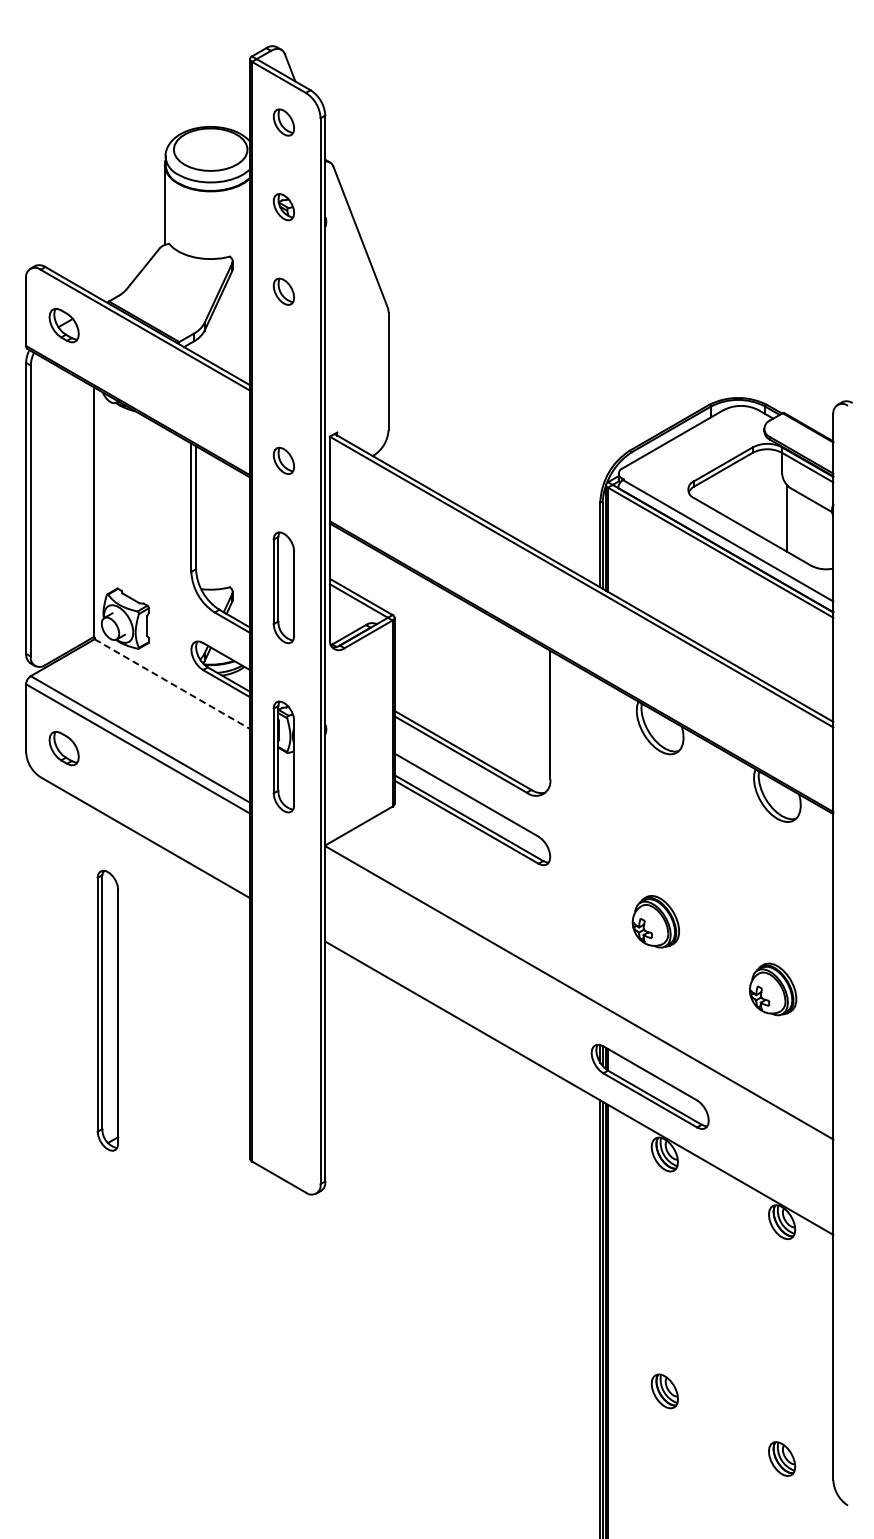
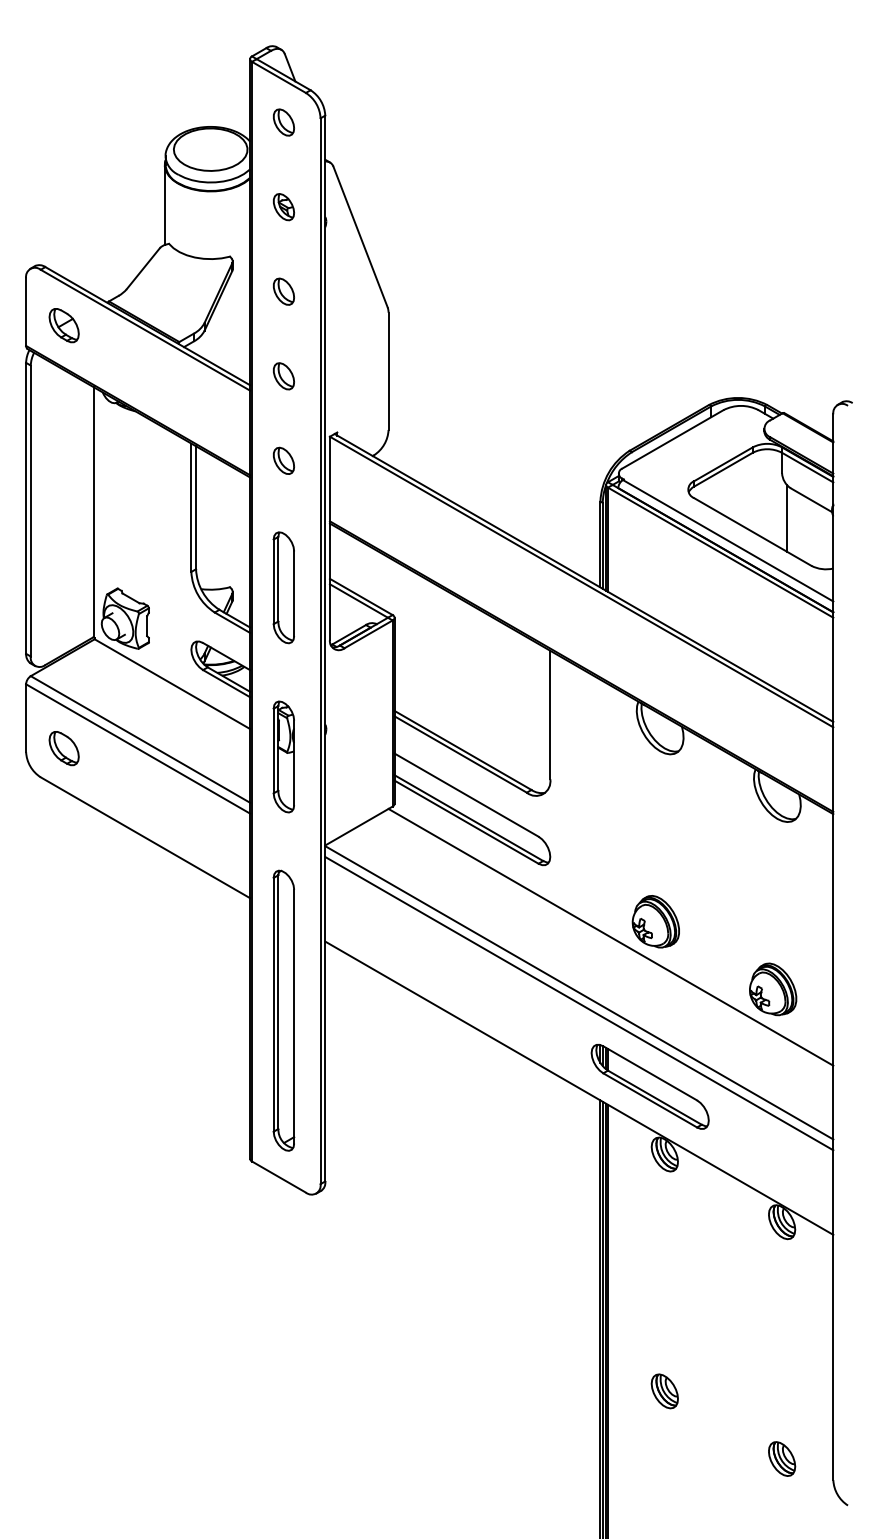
part at (283, 376): none -> present
line at (172, 684): dashed -> solid
line at (610, 936): none -> present
line at (579, 1003): none -> present
part at (107, 1010) position: (107, 1010) -> (283, 1010)
